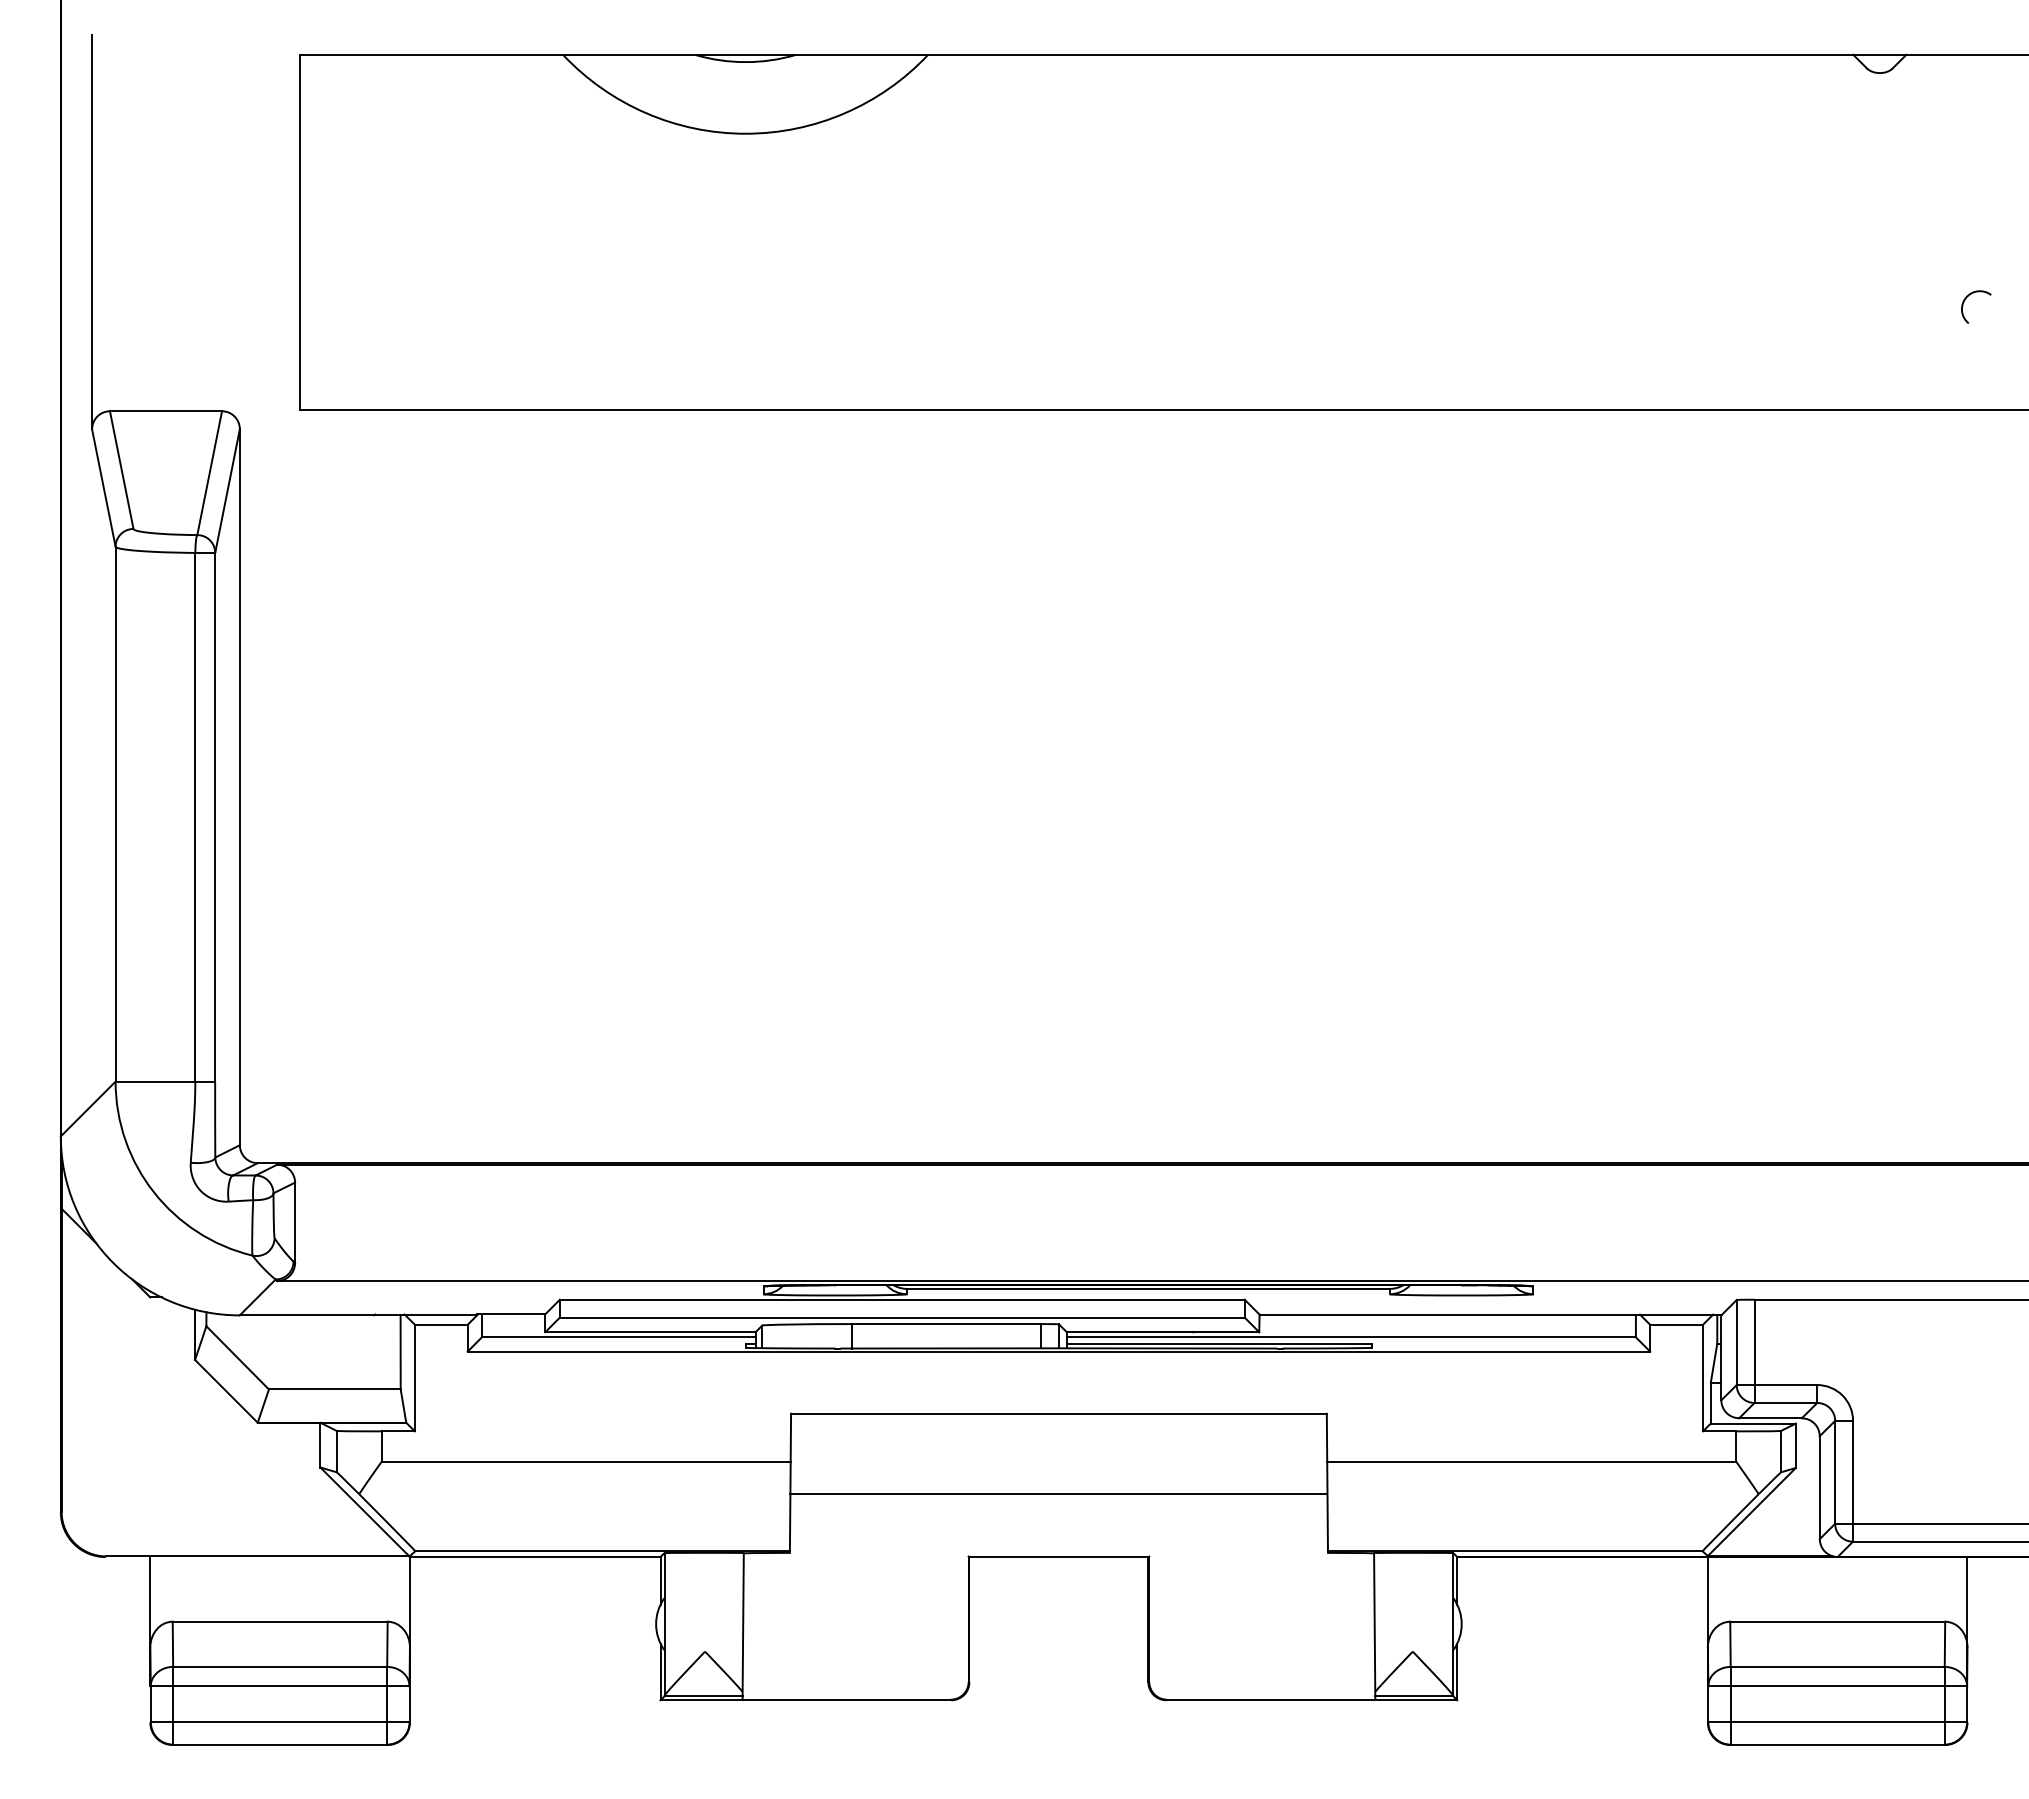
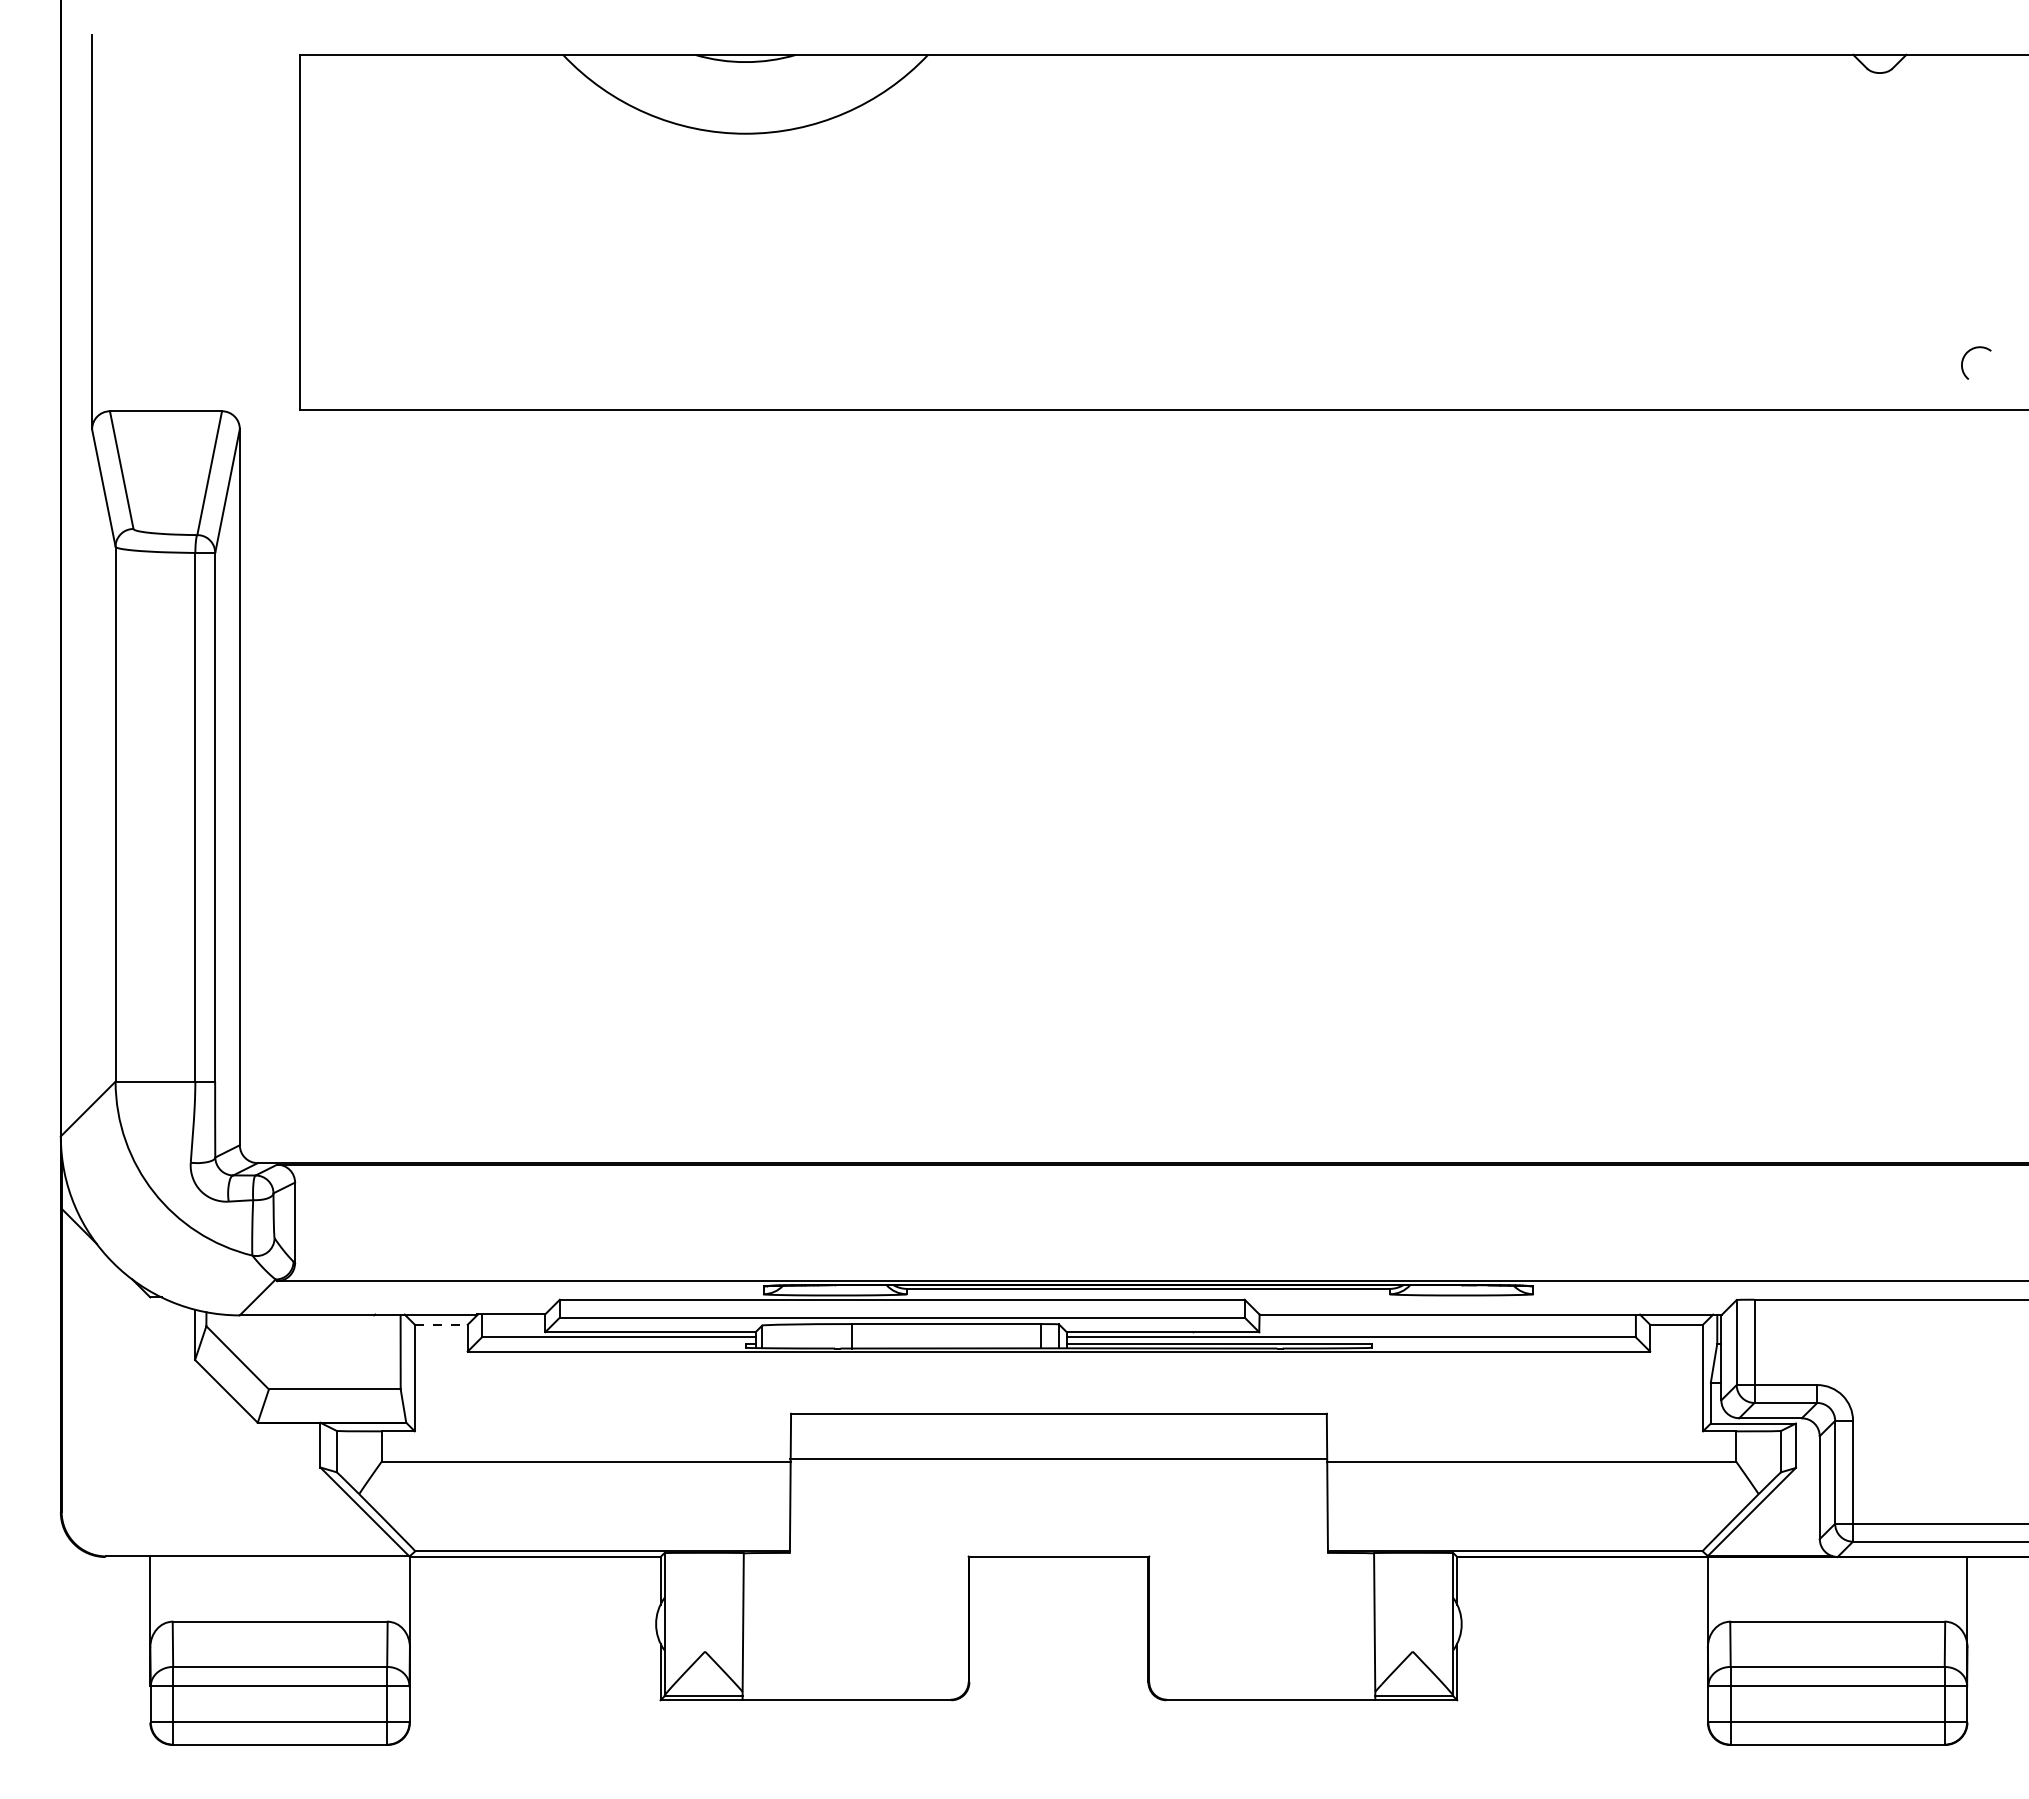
arc at (1965, 300) position: (1965, 300) -> (1965, 356)
line at (441, 1324): solid -> dashed
line at (1058, 1494) position: (1058, 1494) -> (1058, 1459)
